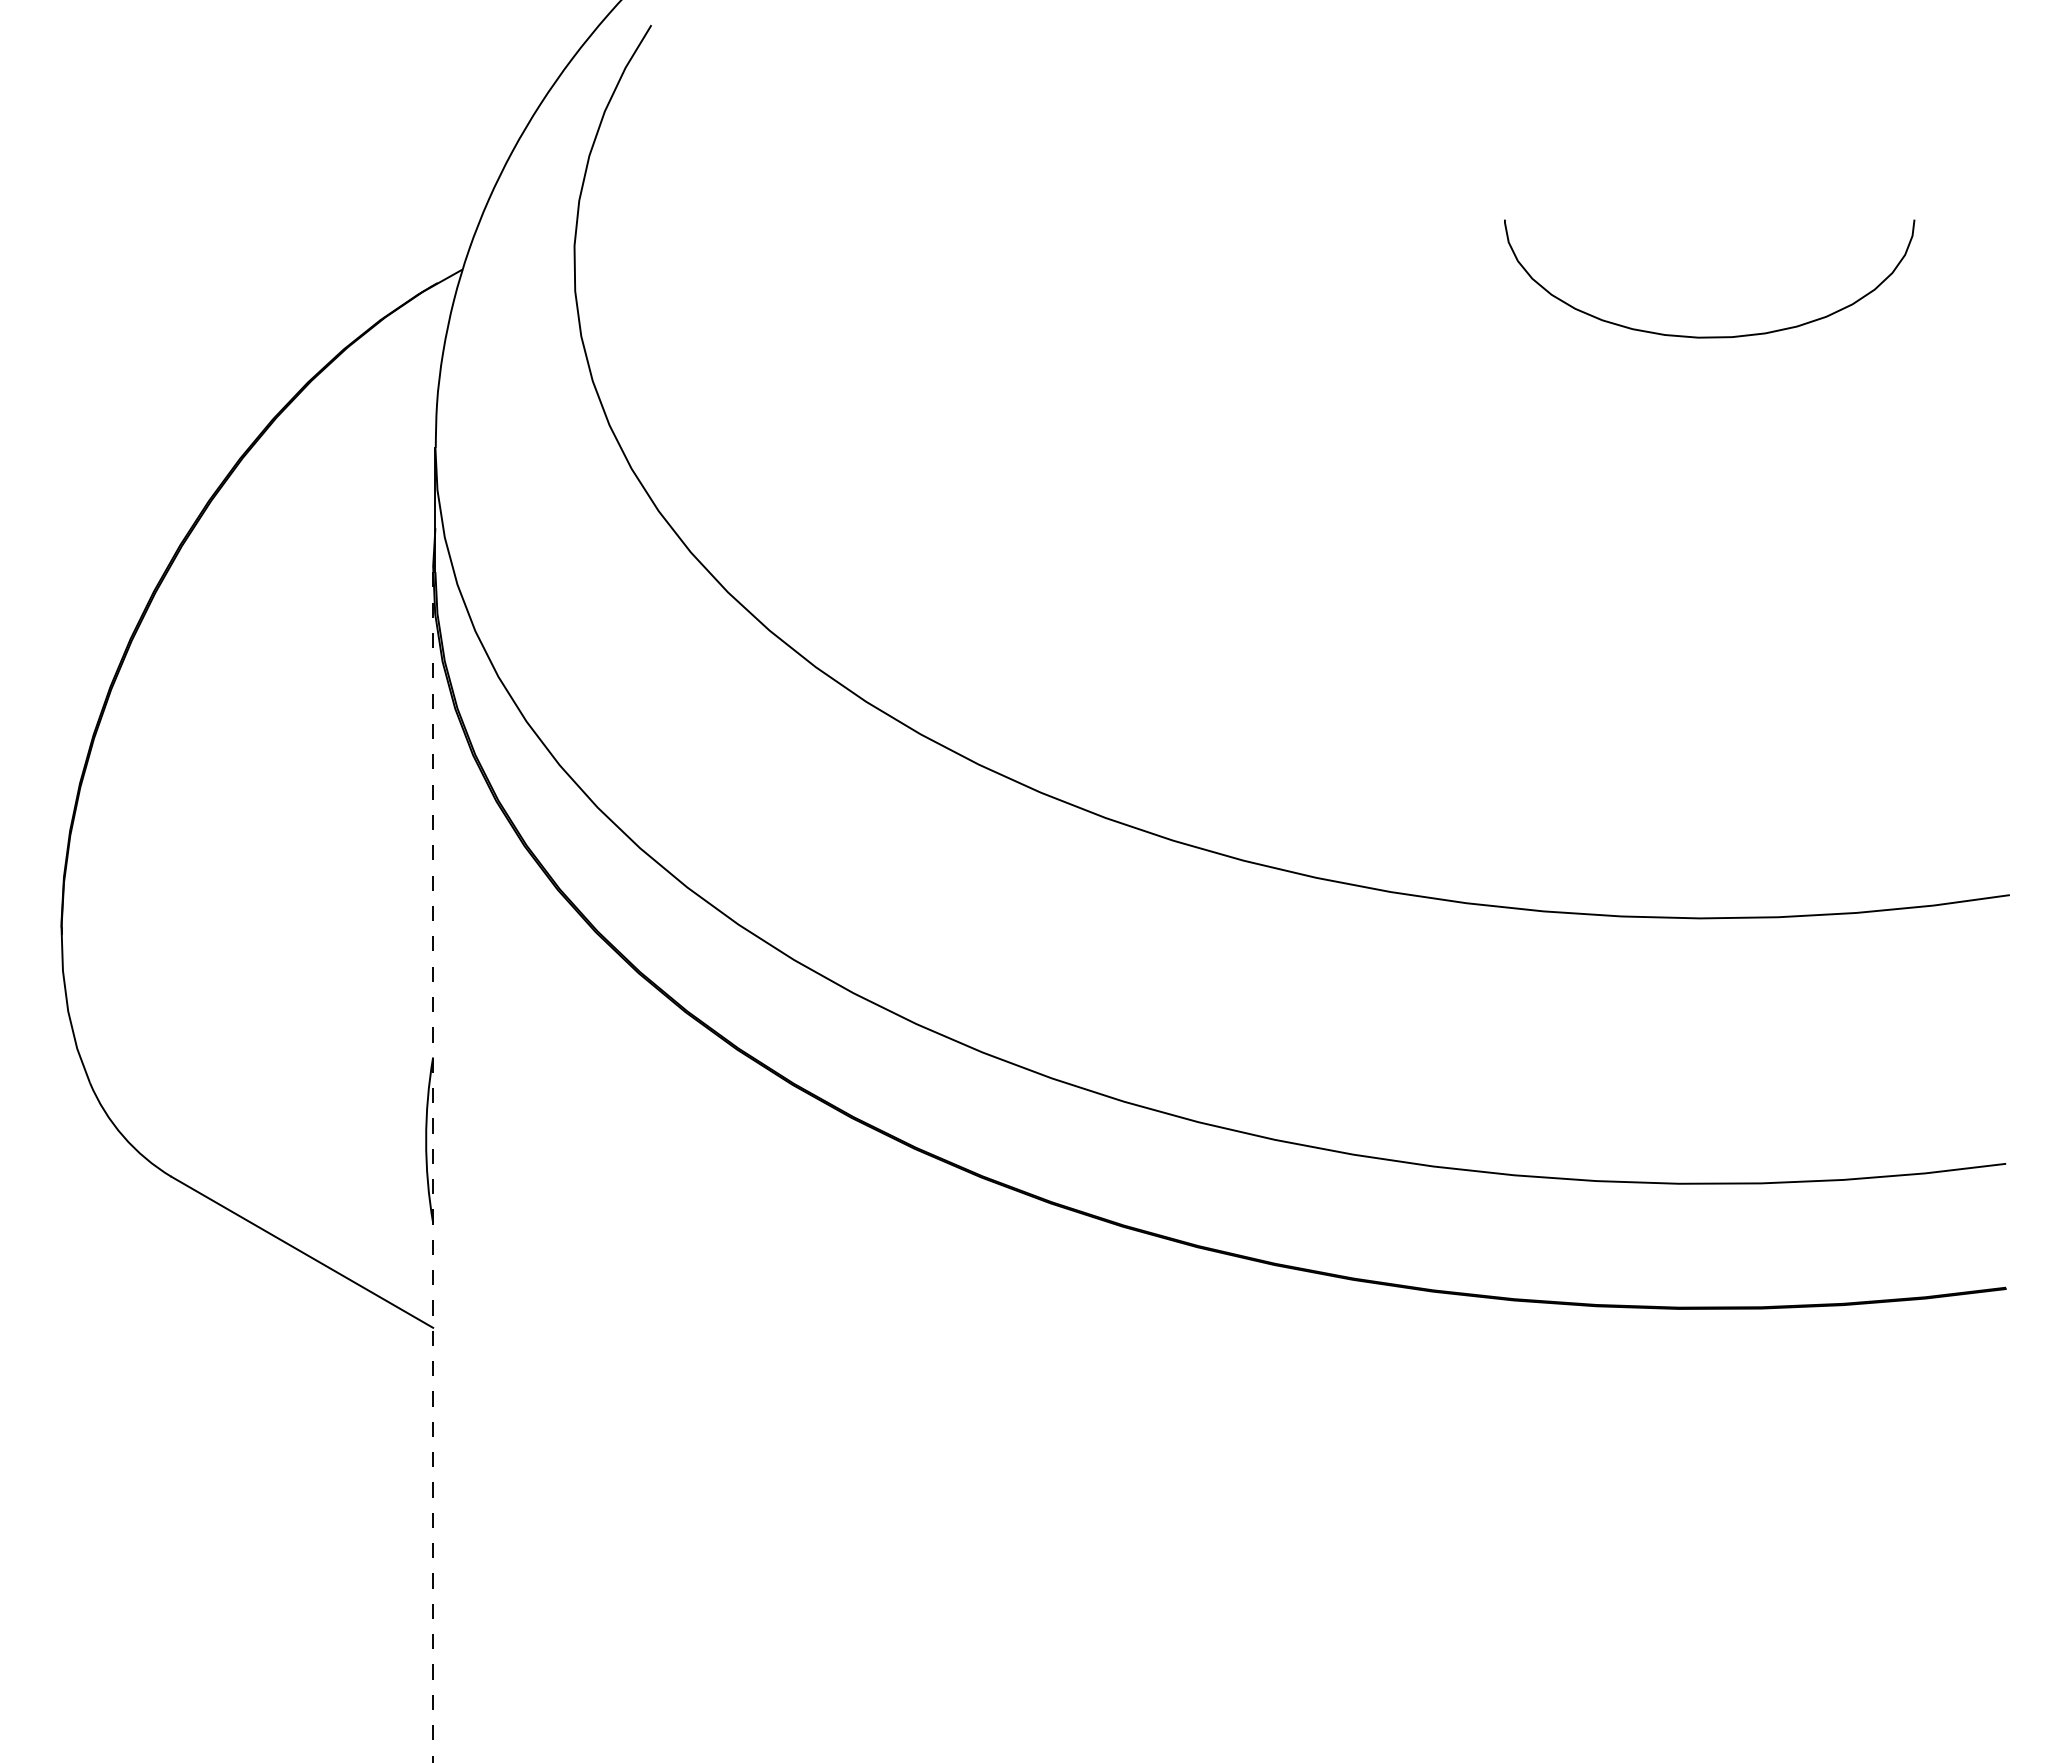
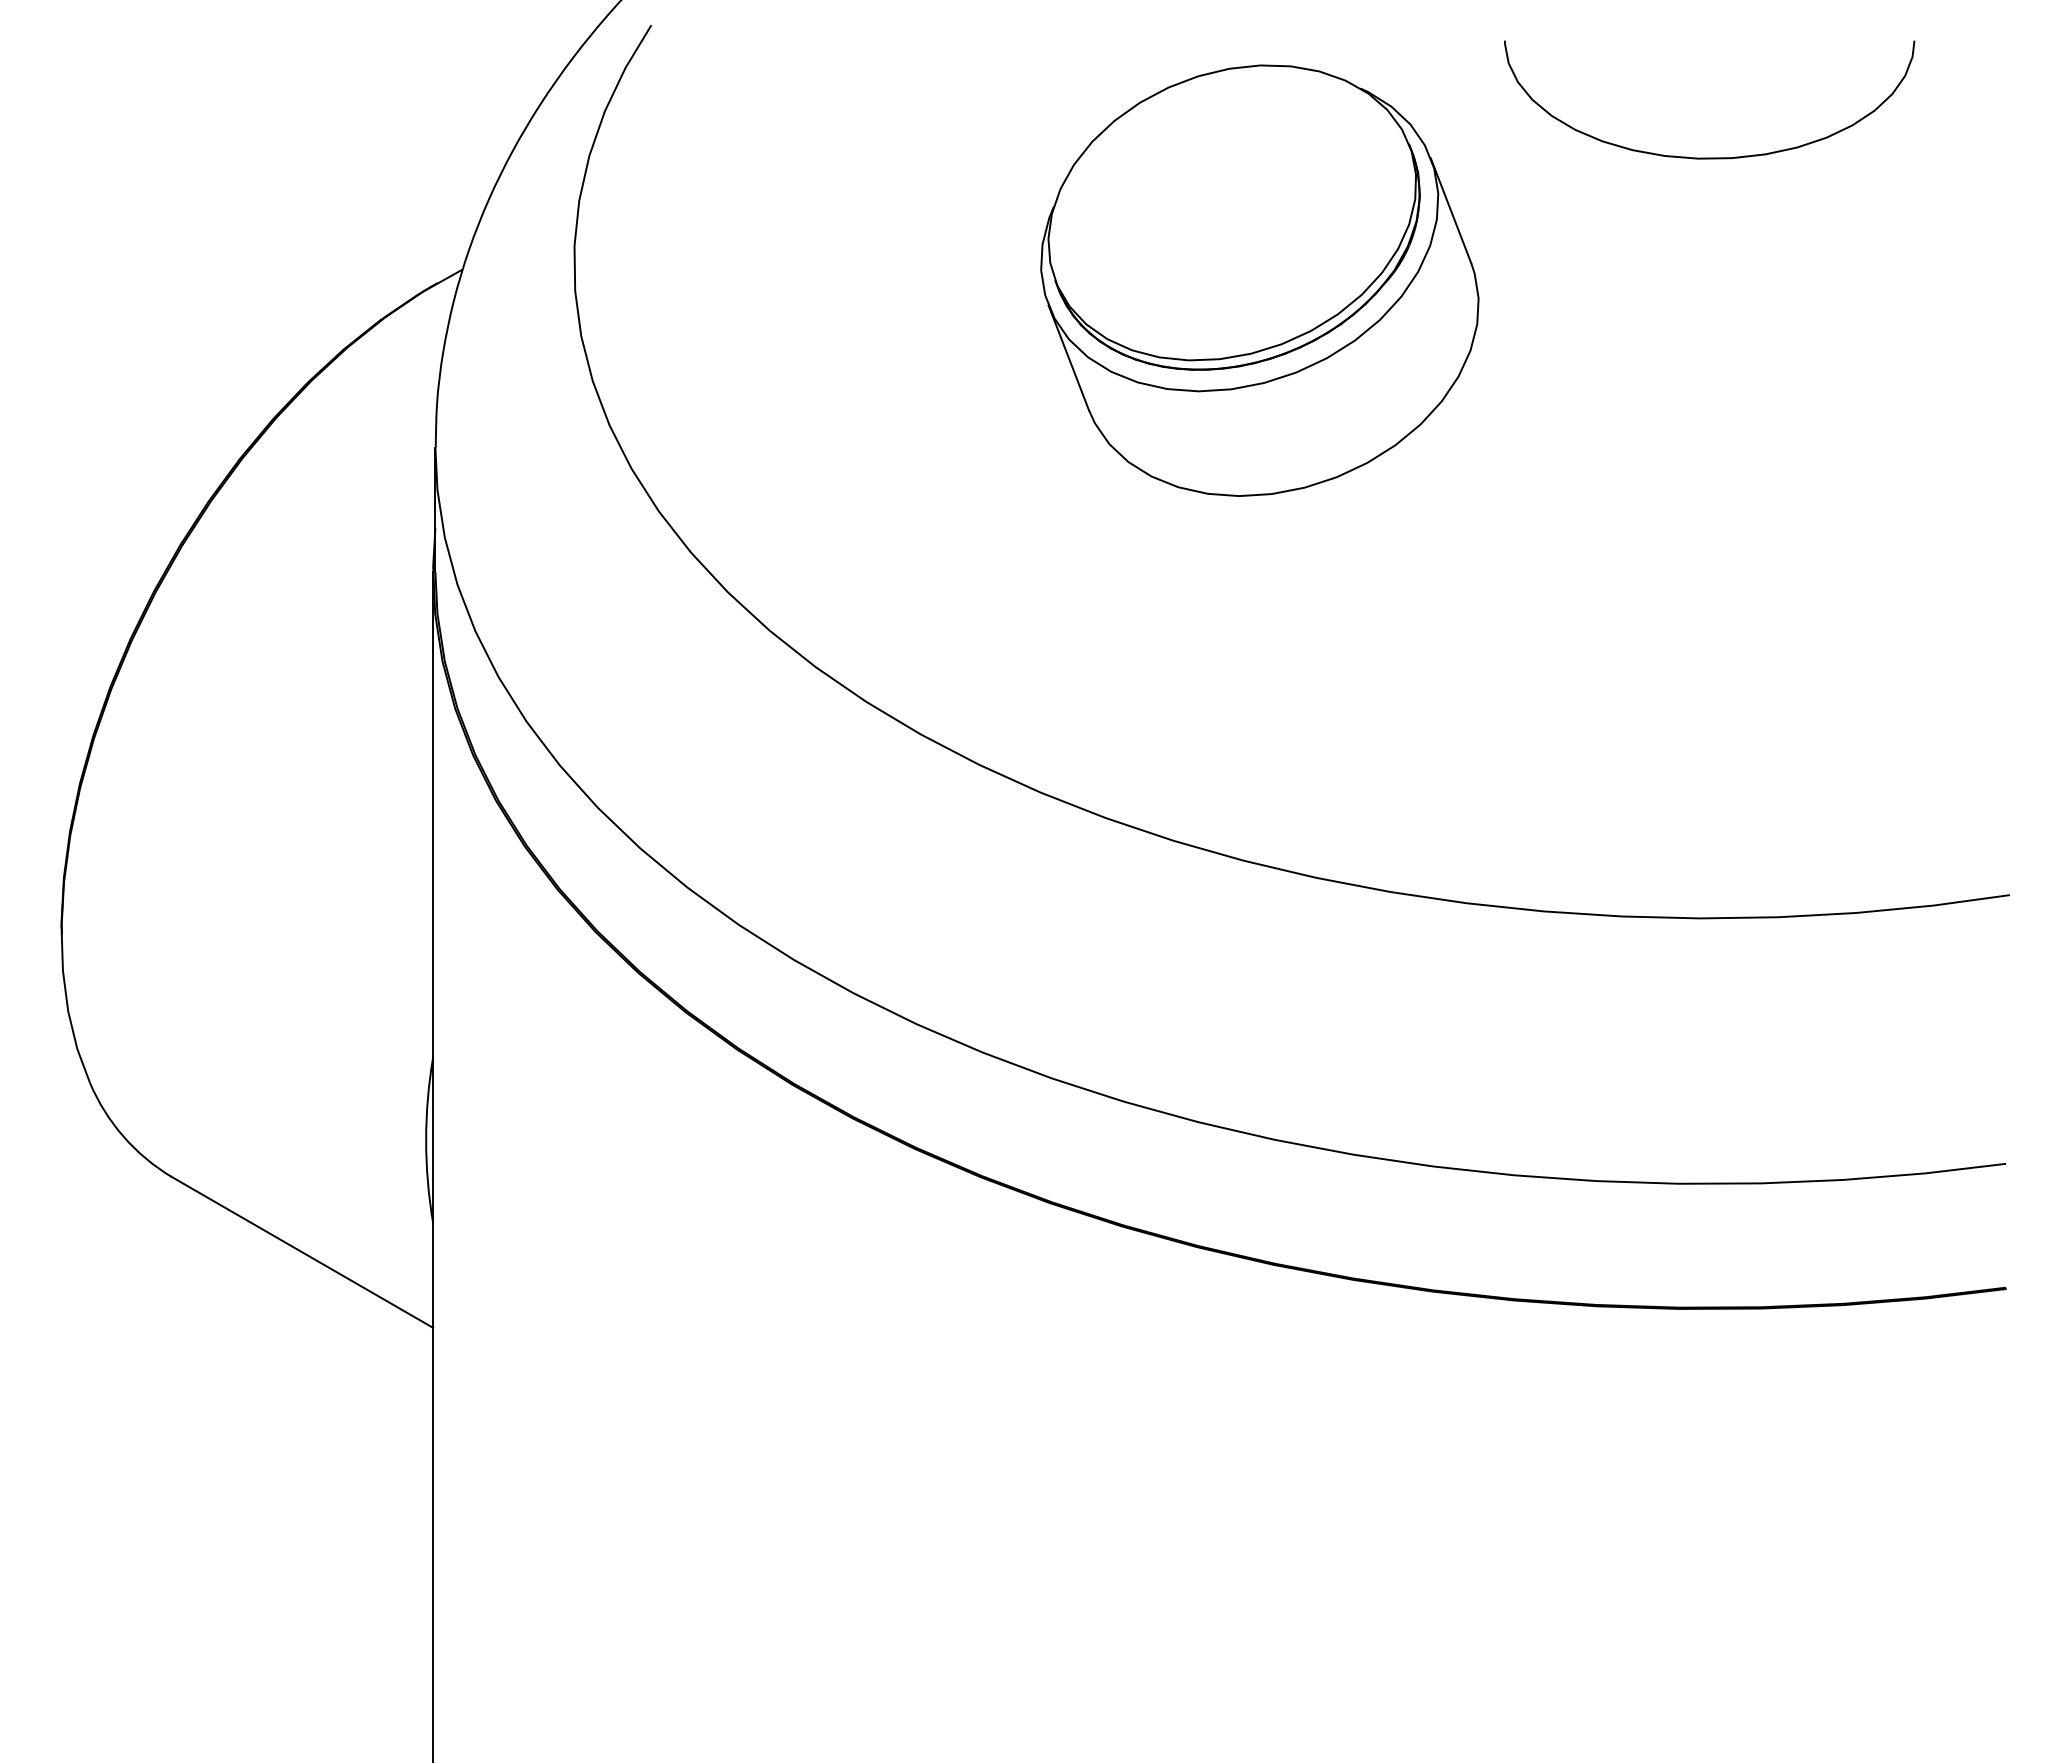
part at (1259, 280): none -> present
curve at (1709, 336) position: (1709, 336) -> (1709, 157)
line at (433, 1167): dashed -> solid
